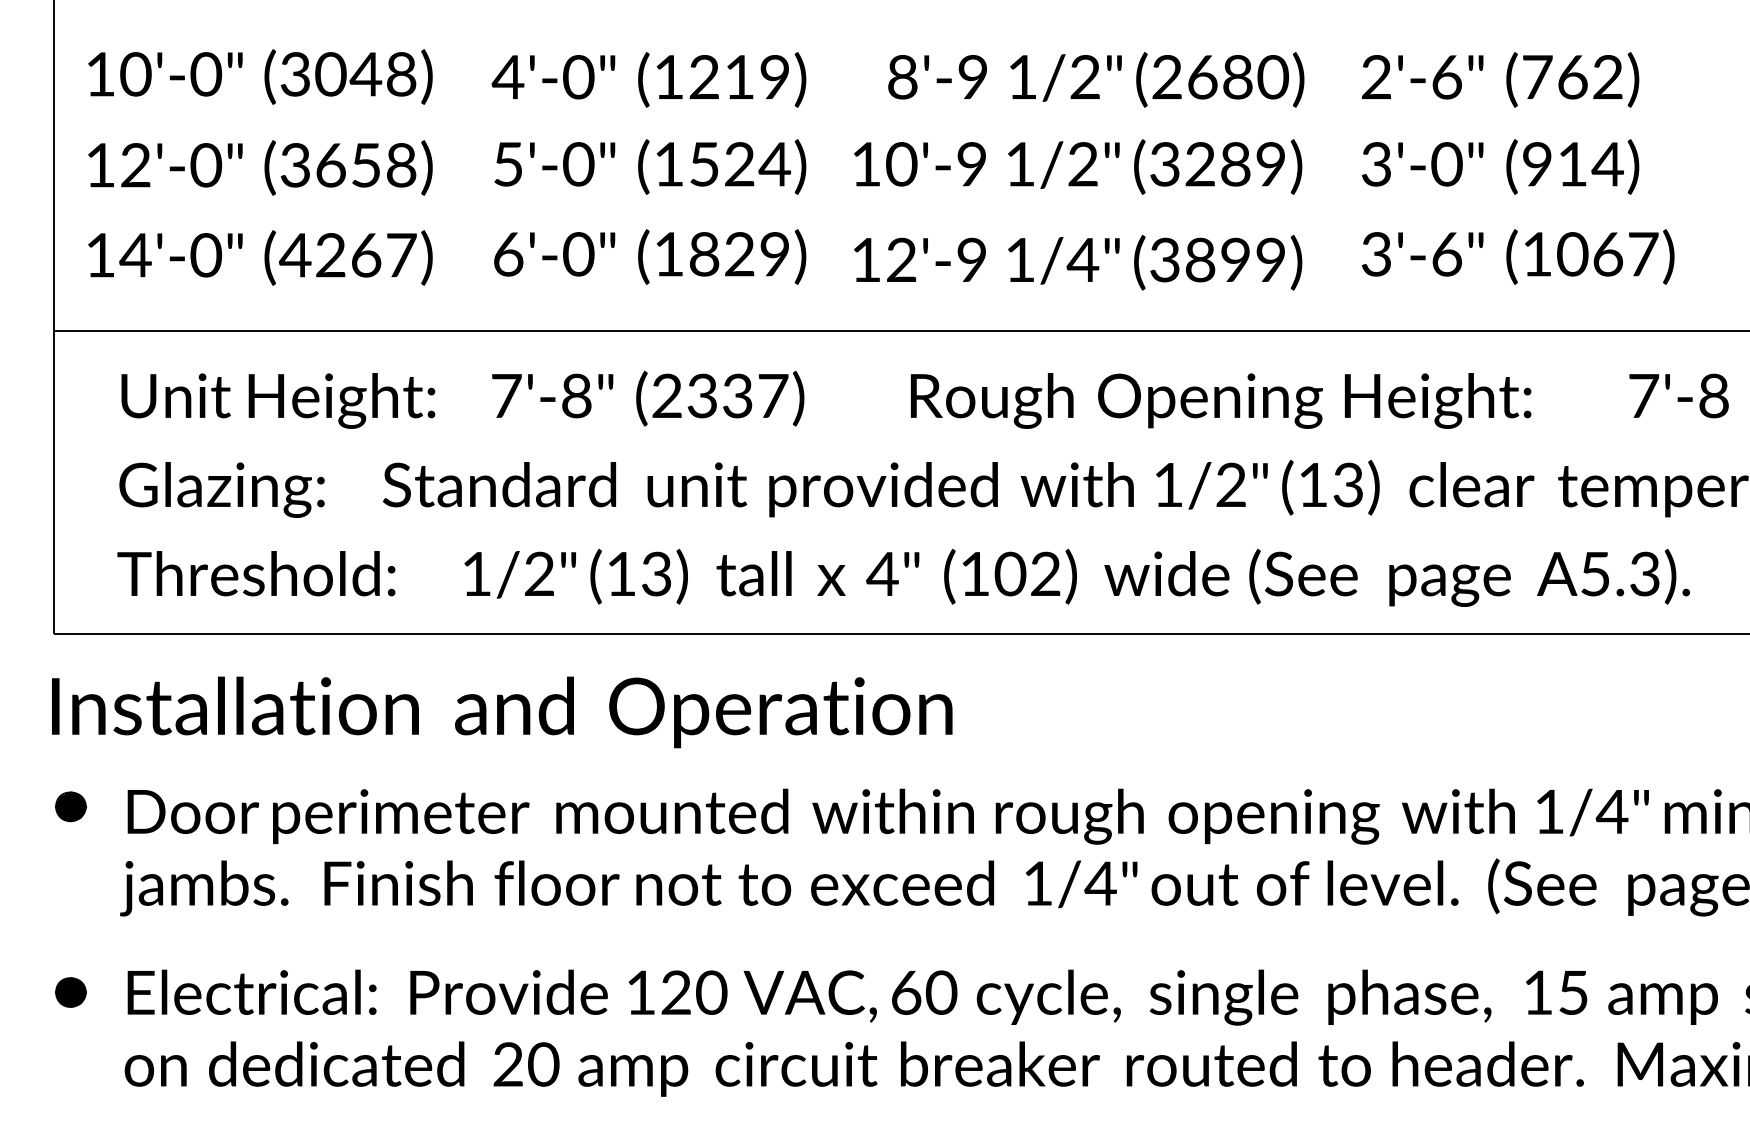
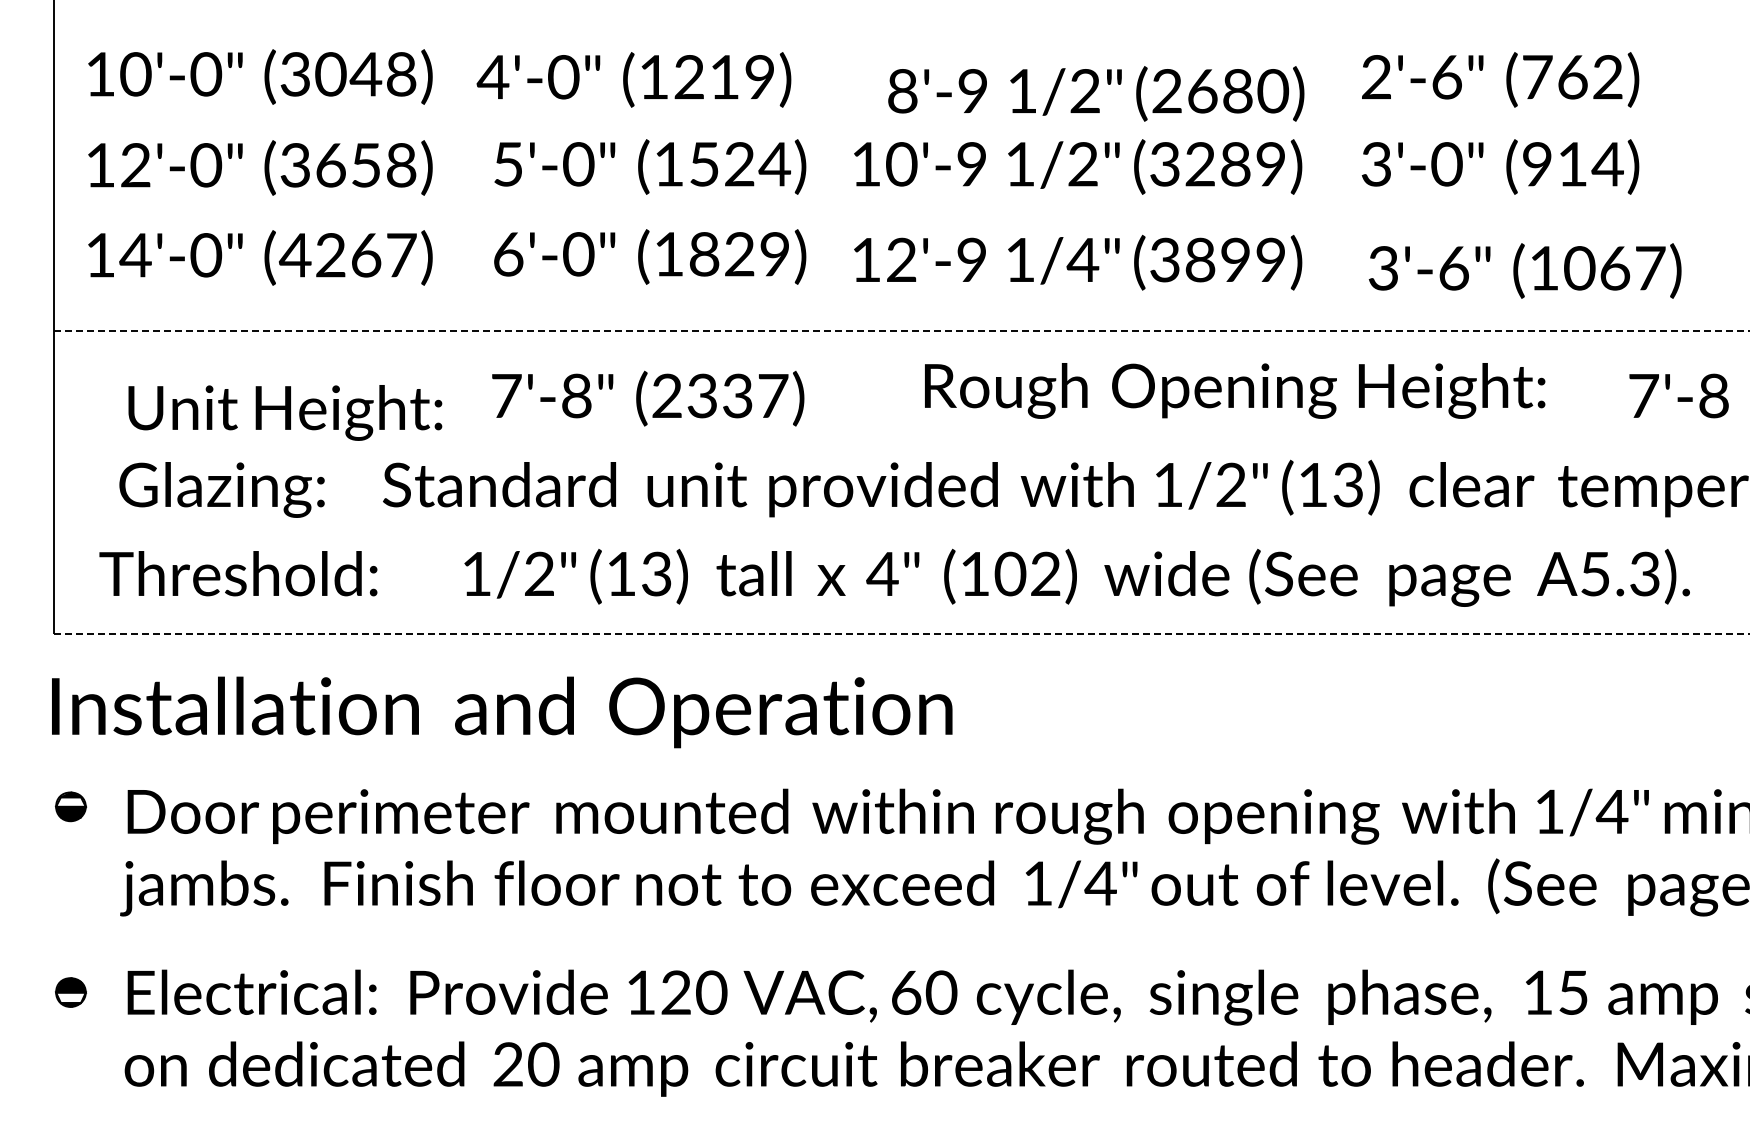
text at (648, 79) position: (648, 79) -> (633, 79)
text at (1096, 79) position: (1096, 79) -> (1096, 93)
text at (1517, 256) position: (1517, 256) -> (1524, 270)
line at (902, 330): solid -> dashed
text at (278, 400) position: (278, 400) -> (285, 412)
text at (1221, 400) position: (1221, 400) -> (1235, 390)
text at (256, 573) position: (256, 573) -> (238, 573)
line at (902, 634): solid -> dashed
fill at (70, 801): present -> none
fill at (70, 997): present -> none
